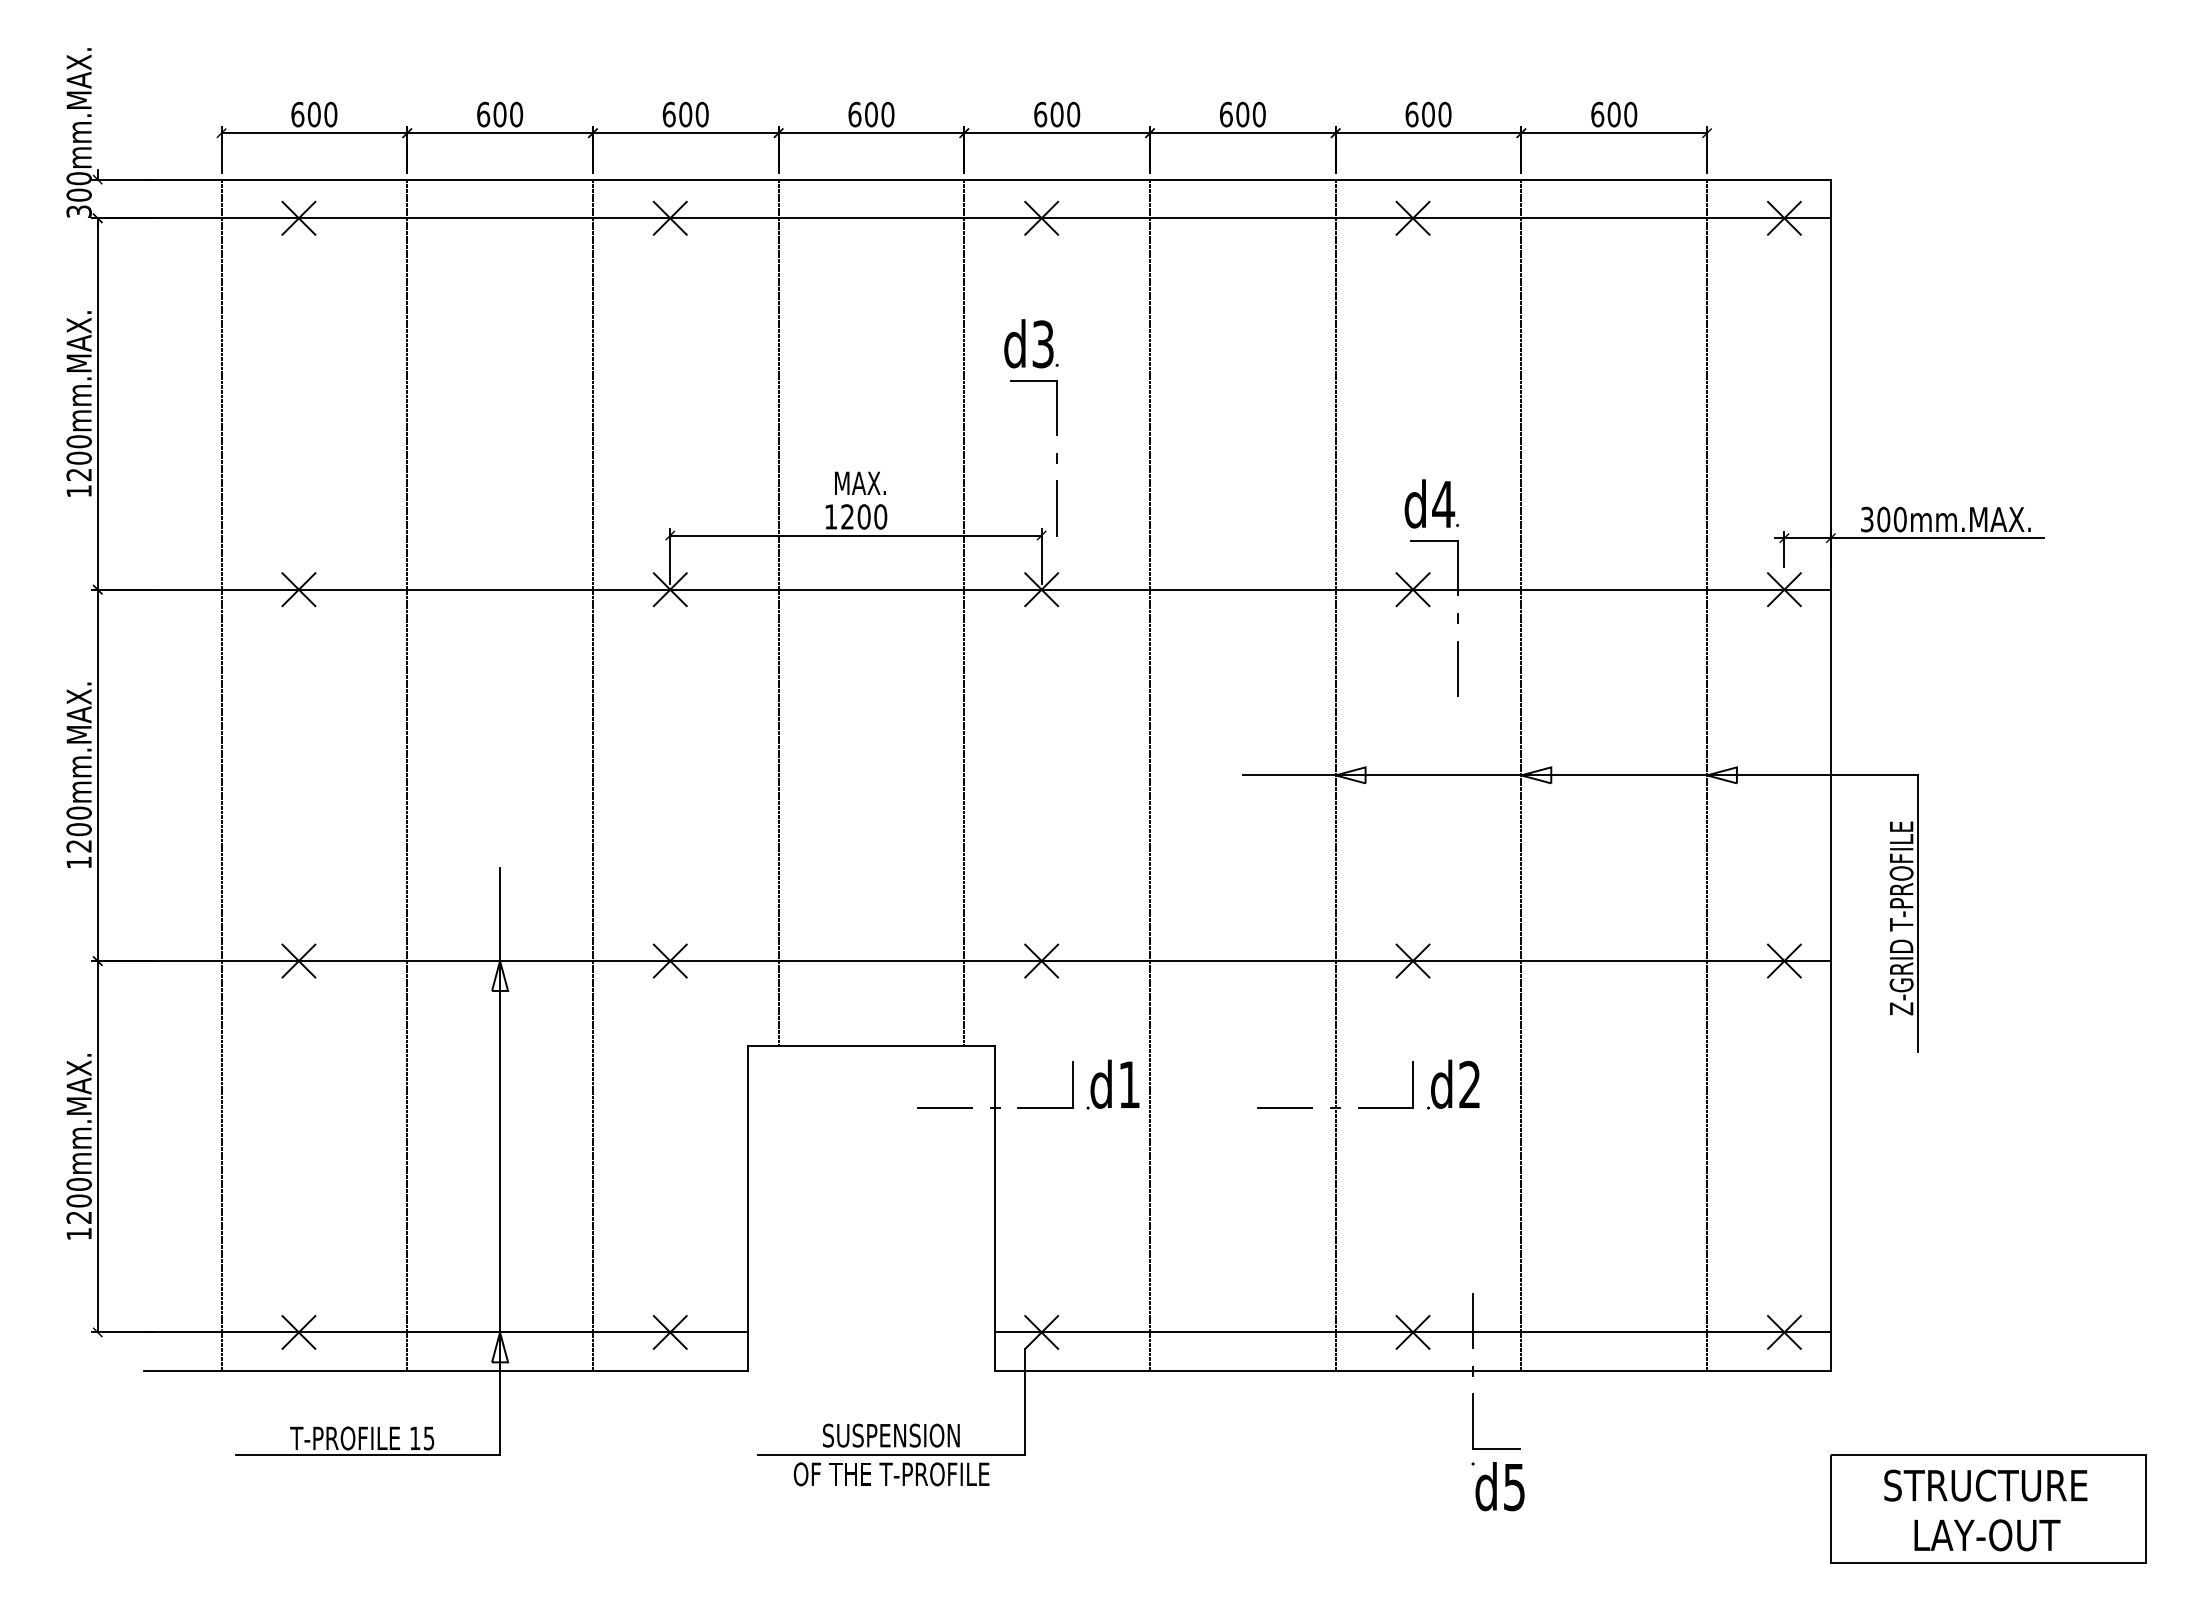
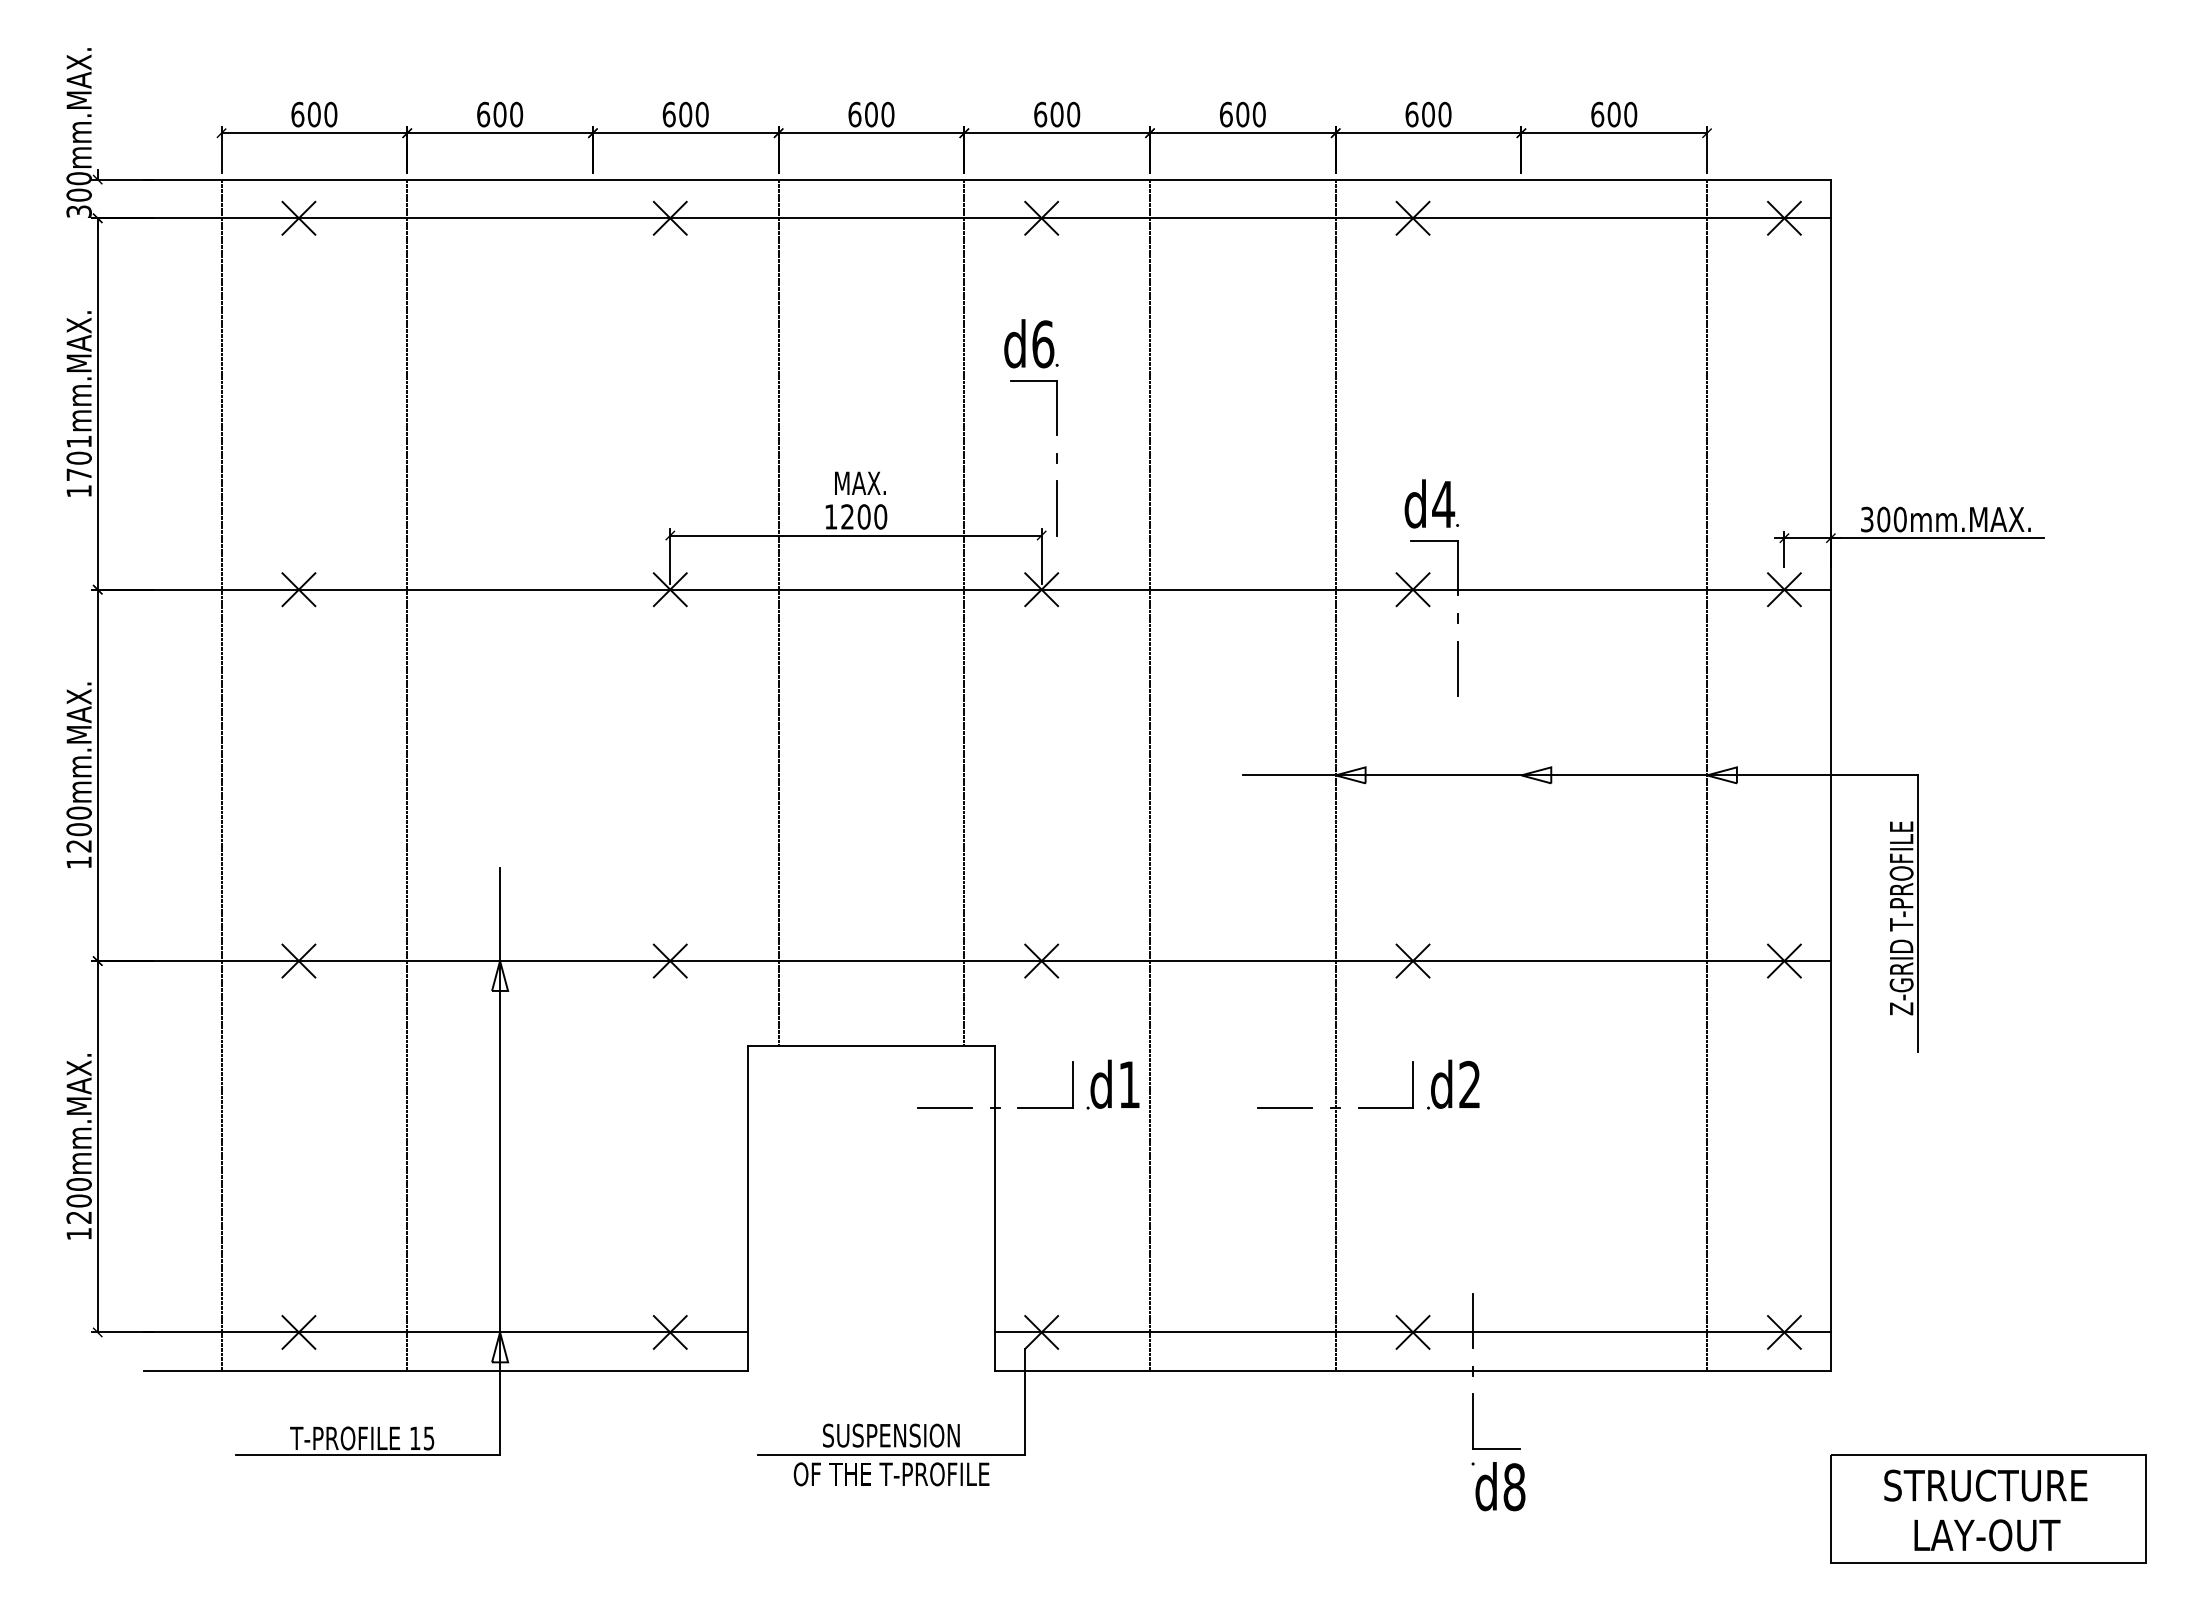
text at (1043, 344): d3 -> d6
text at (78, 458): 1200mm.MAX. -> 1701mm.MAX.
line at (592, 775): present -> none
line at (1521, 775): present -> none
text at (1514, 1487): d5 -> d8
